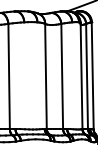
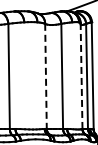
line at (45, 76): solid -> dashed
line at (81, 76): solid -> dashed
